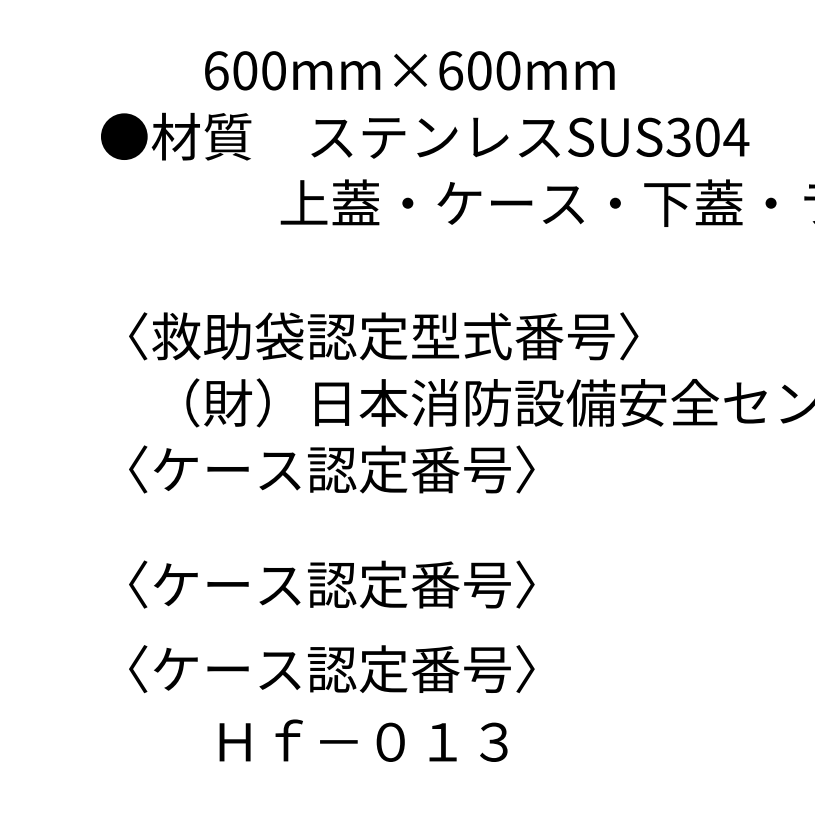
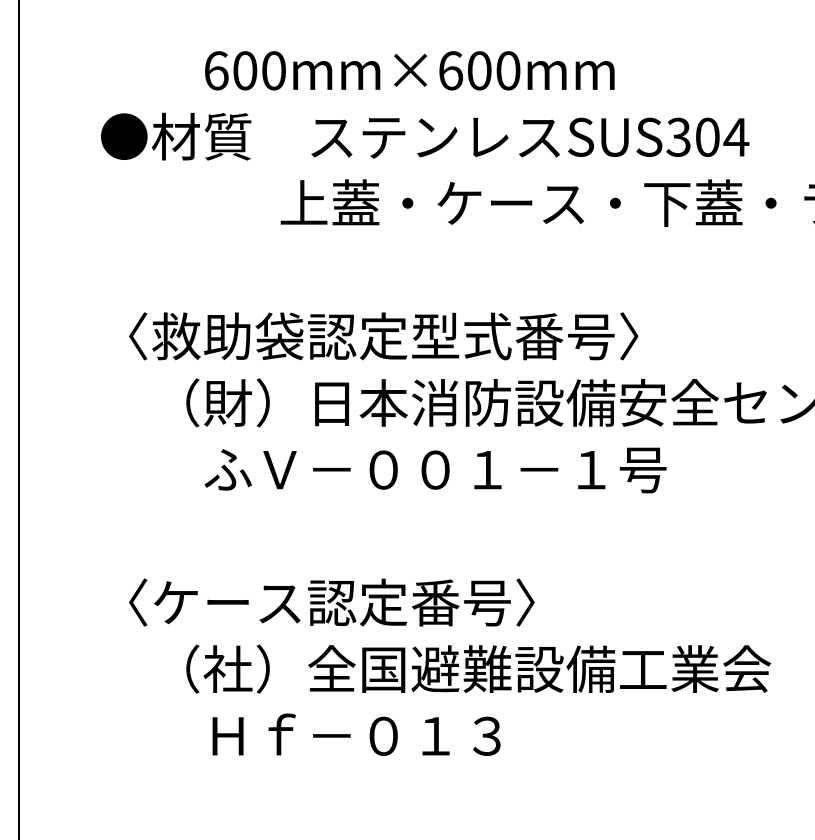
line at (18, 419): none -> present
text at (397, 469): 〈ケース認定番号〉 -> ふＶ－００１－１号
text at (331, 584) position: (331, 584) -> (331, 602)
text at (450, 668): 〈ケース認定番号〉 -> （社）全国避難設備工業会
text at (363, 740) position: (363, 740) -> (356, 734)
